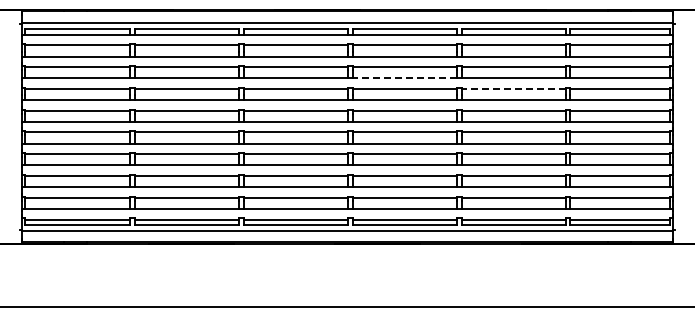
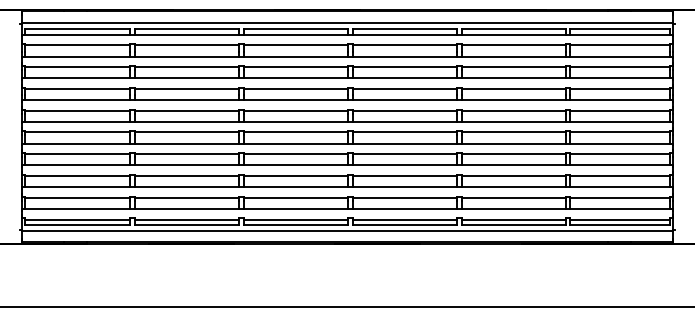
line at (404, 78): dashed -> solid
line at (513, 88): dashed -> solid
